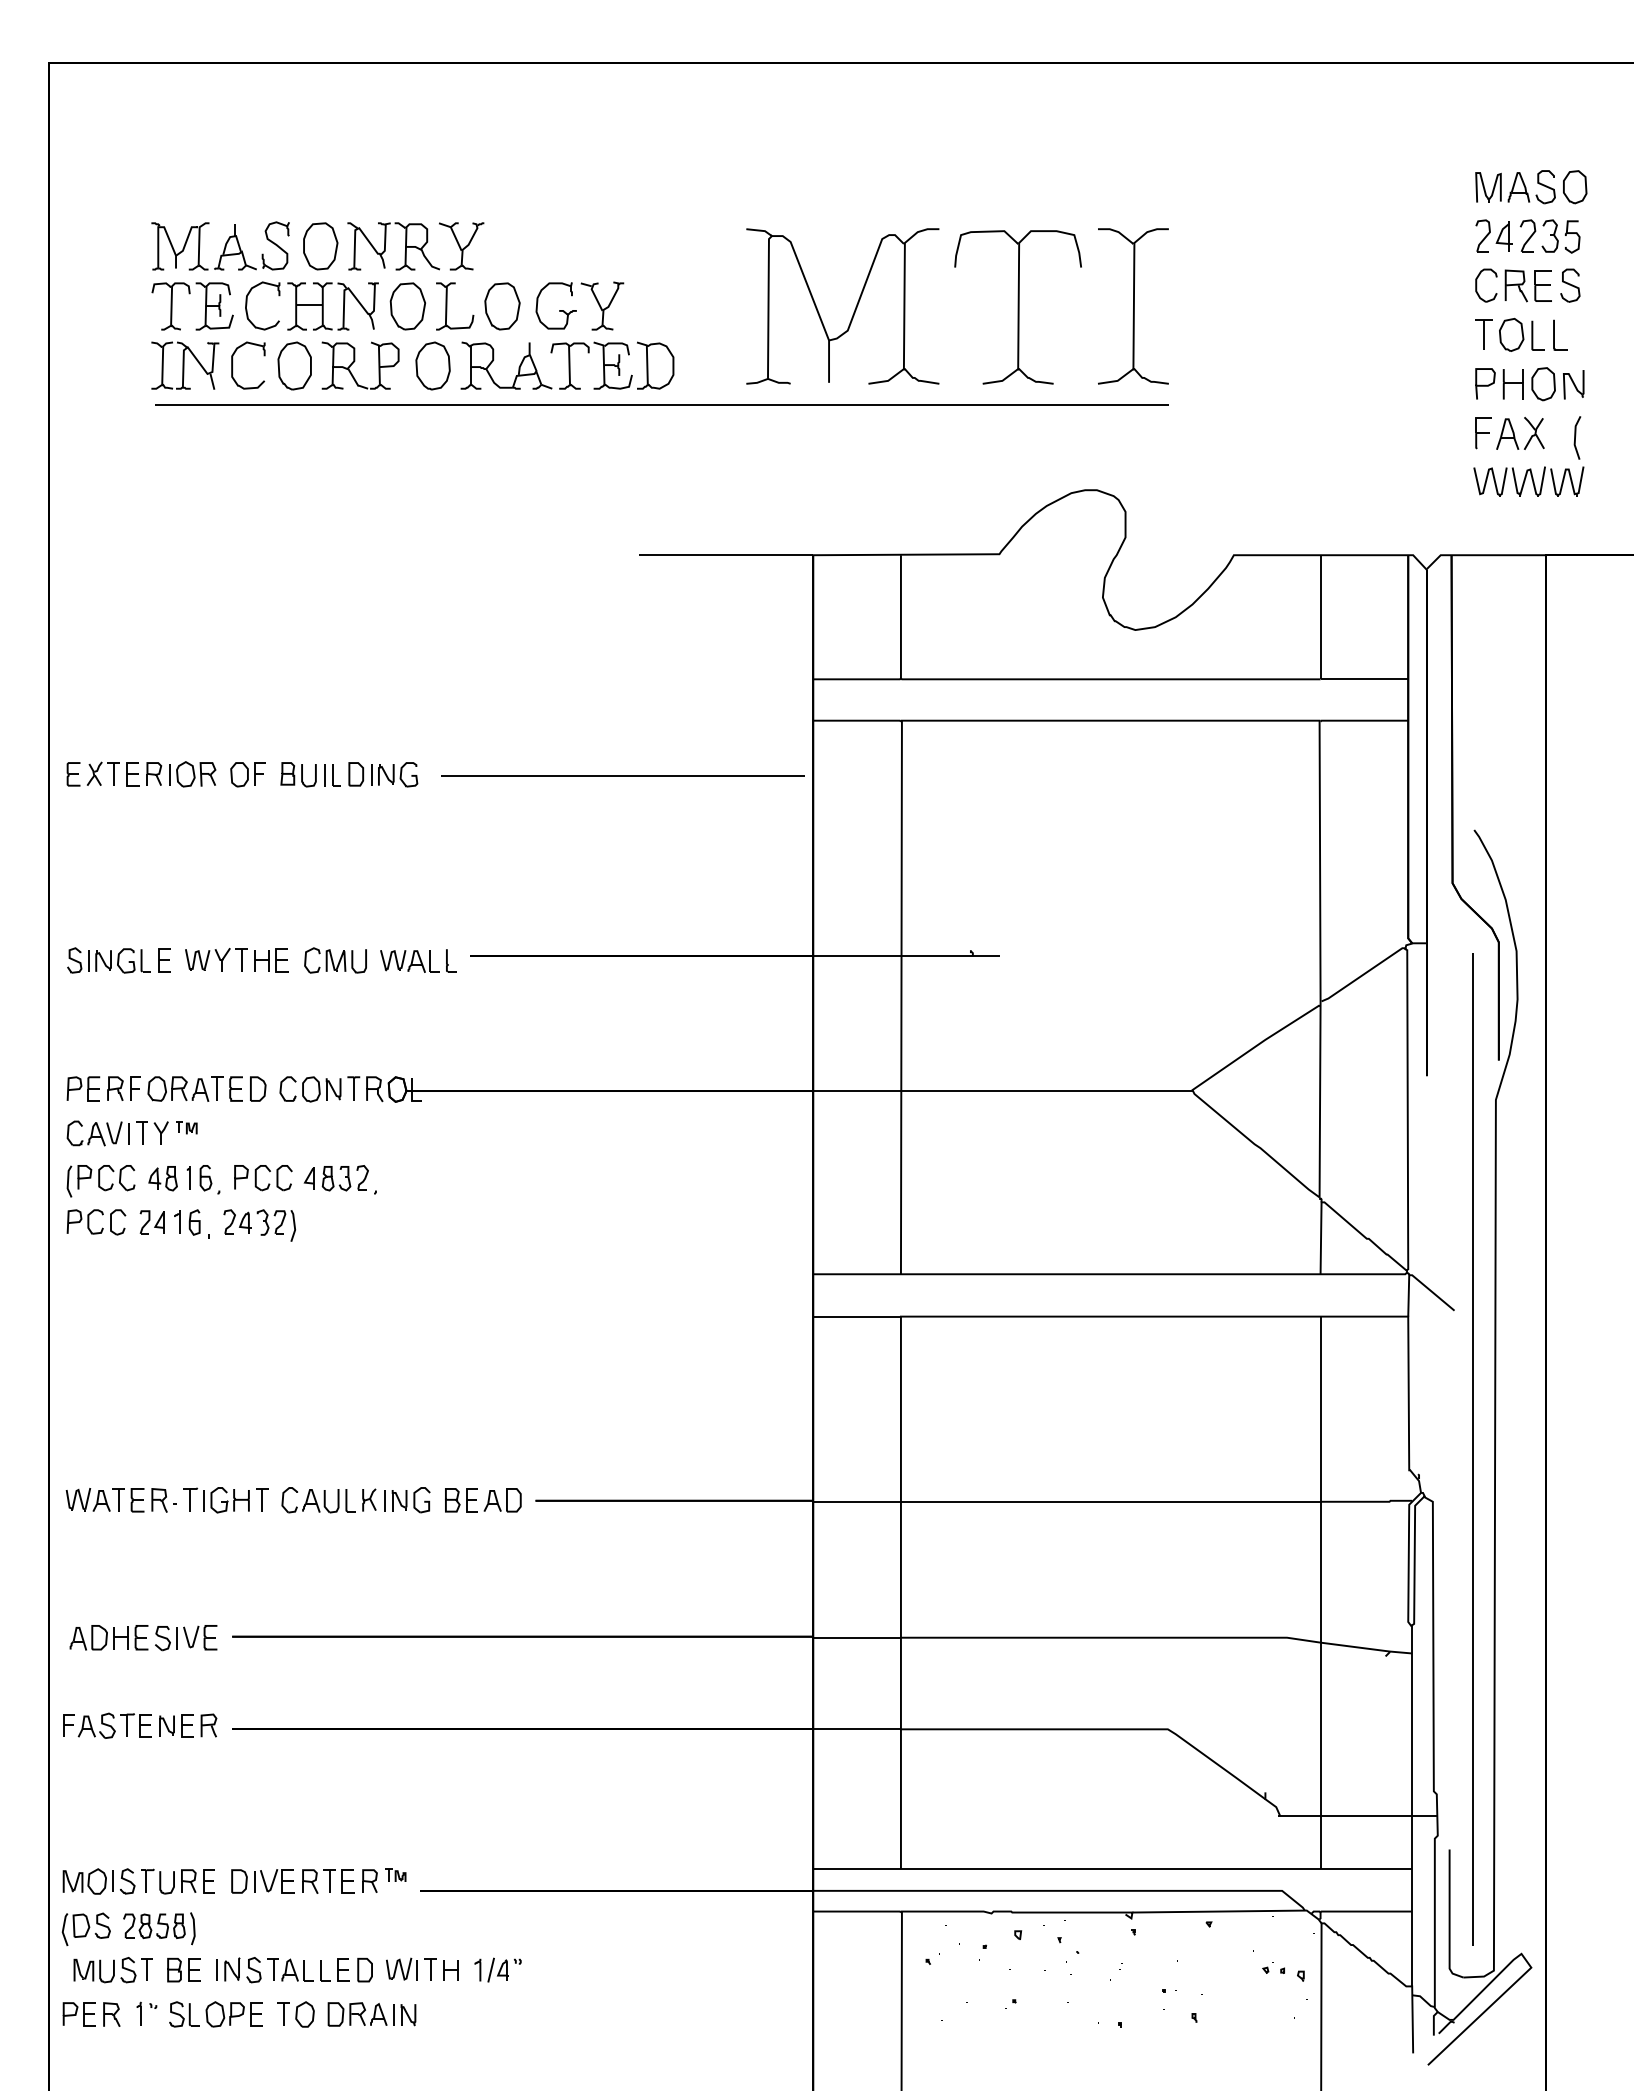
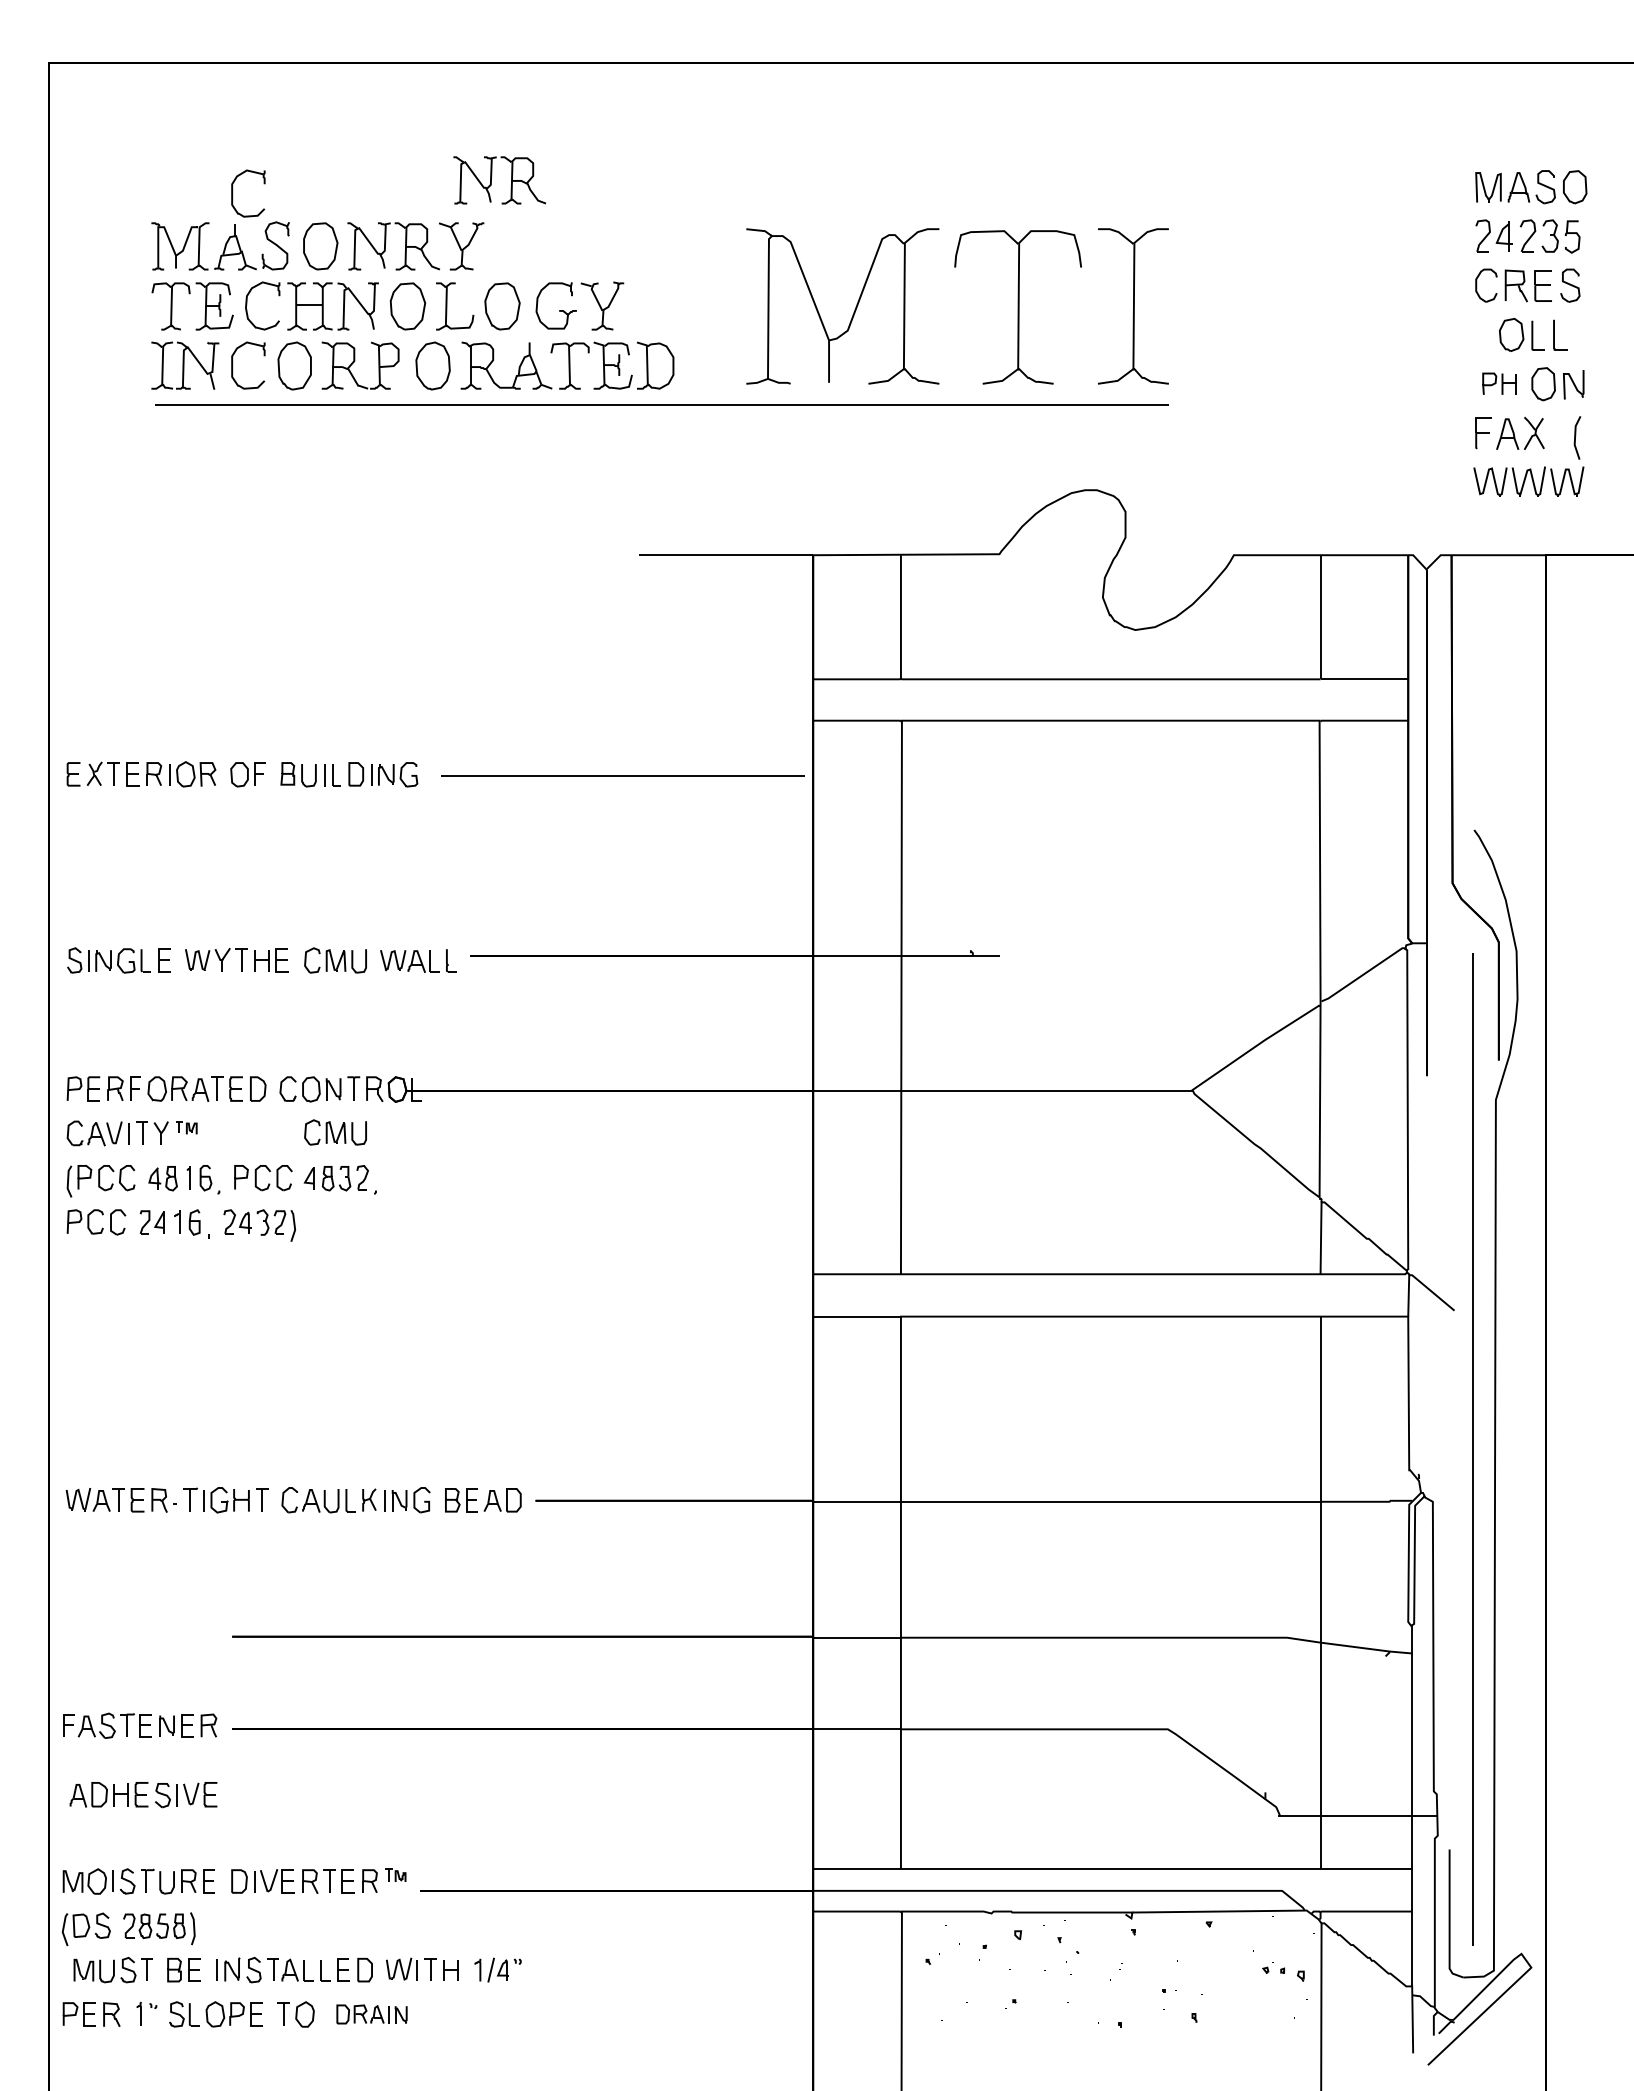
part at (491, 180): none -> present
part at (233, 193): none -> present
part at (1483, 334): present -> none
part at (1499, 383) size: 49x32 px -> 35x23 px
part at (335, 1132): none -> present
part at (143, 1638) position: (143, 1638) -> (143, 1795)
part at (371, 2014) size: 90x25 px -> 72x21 px
